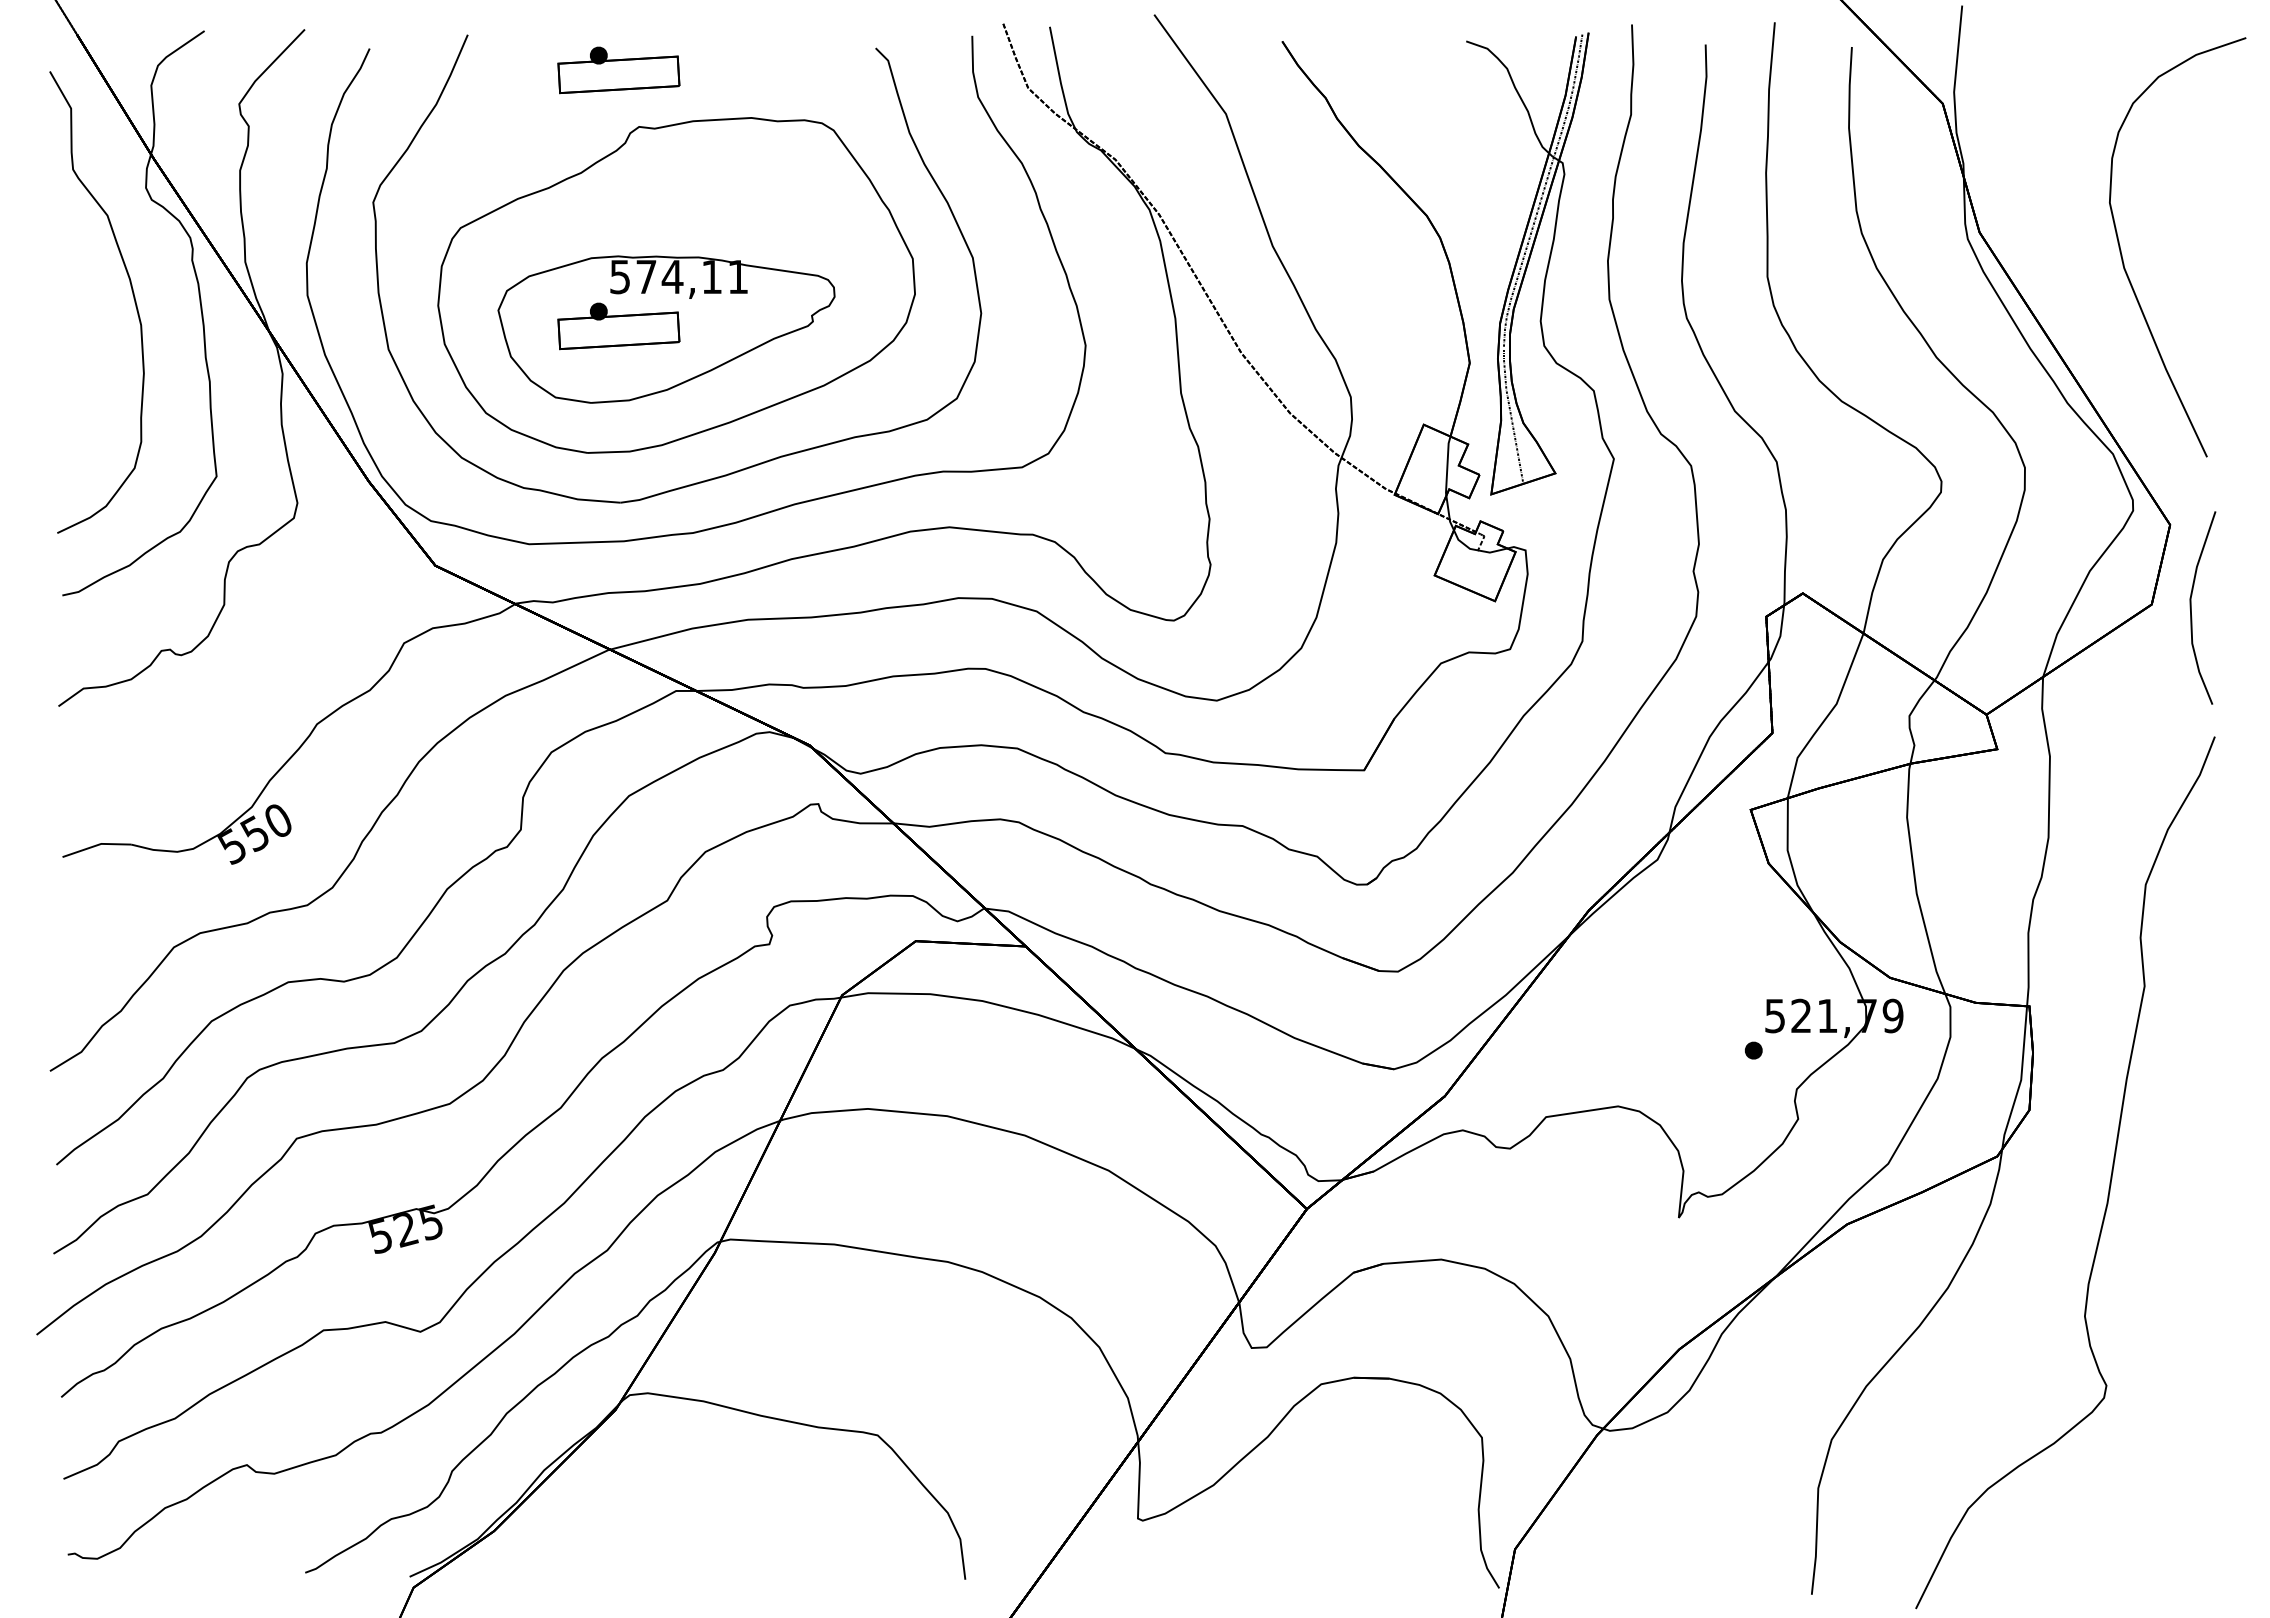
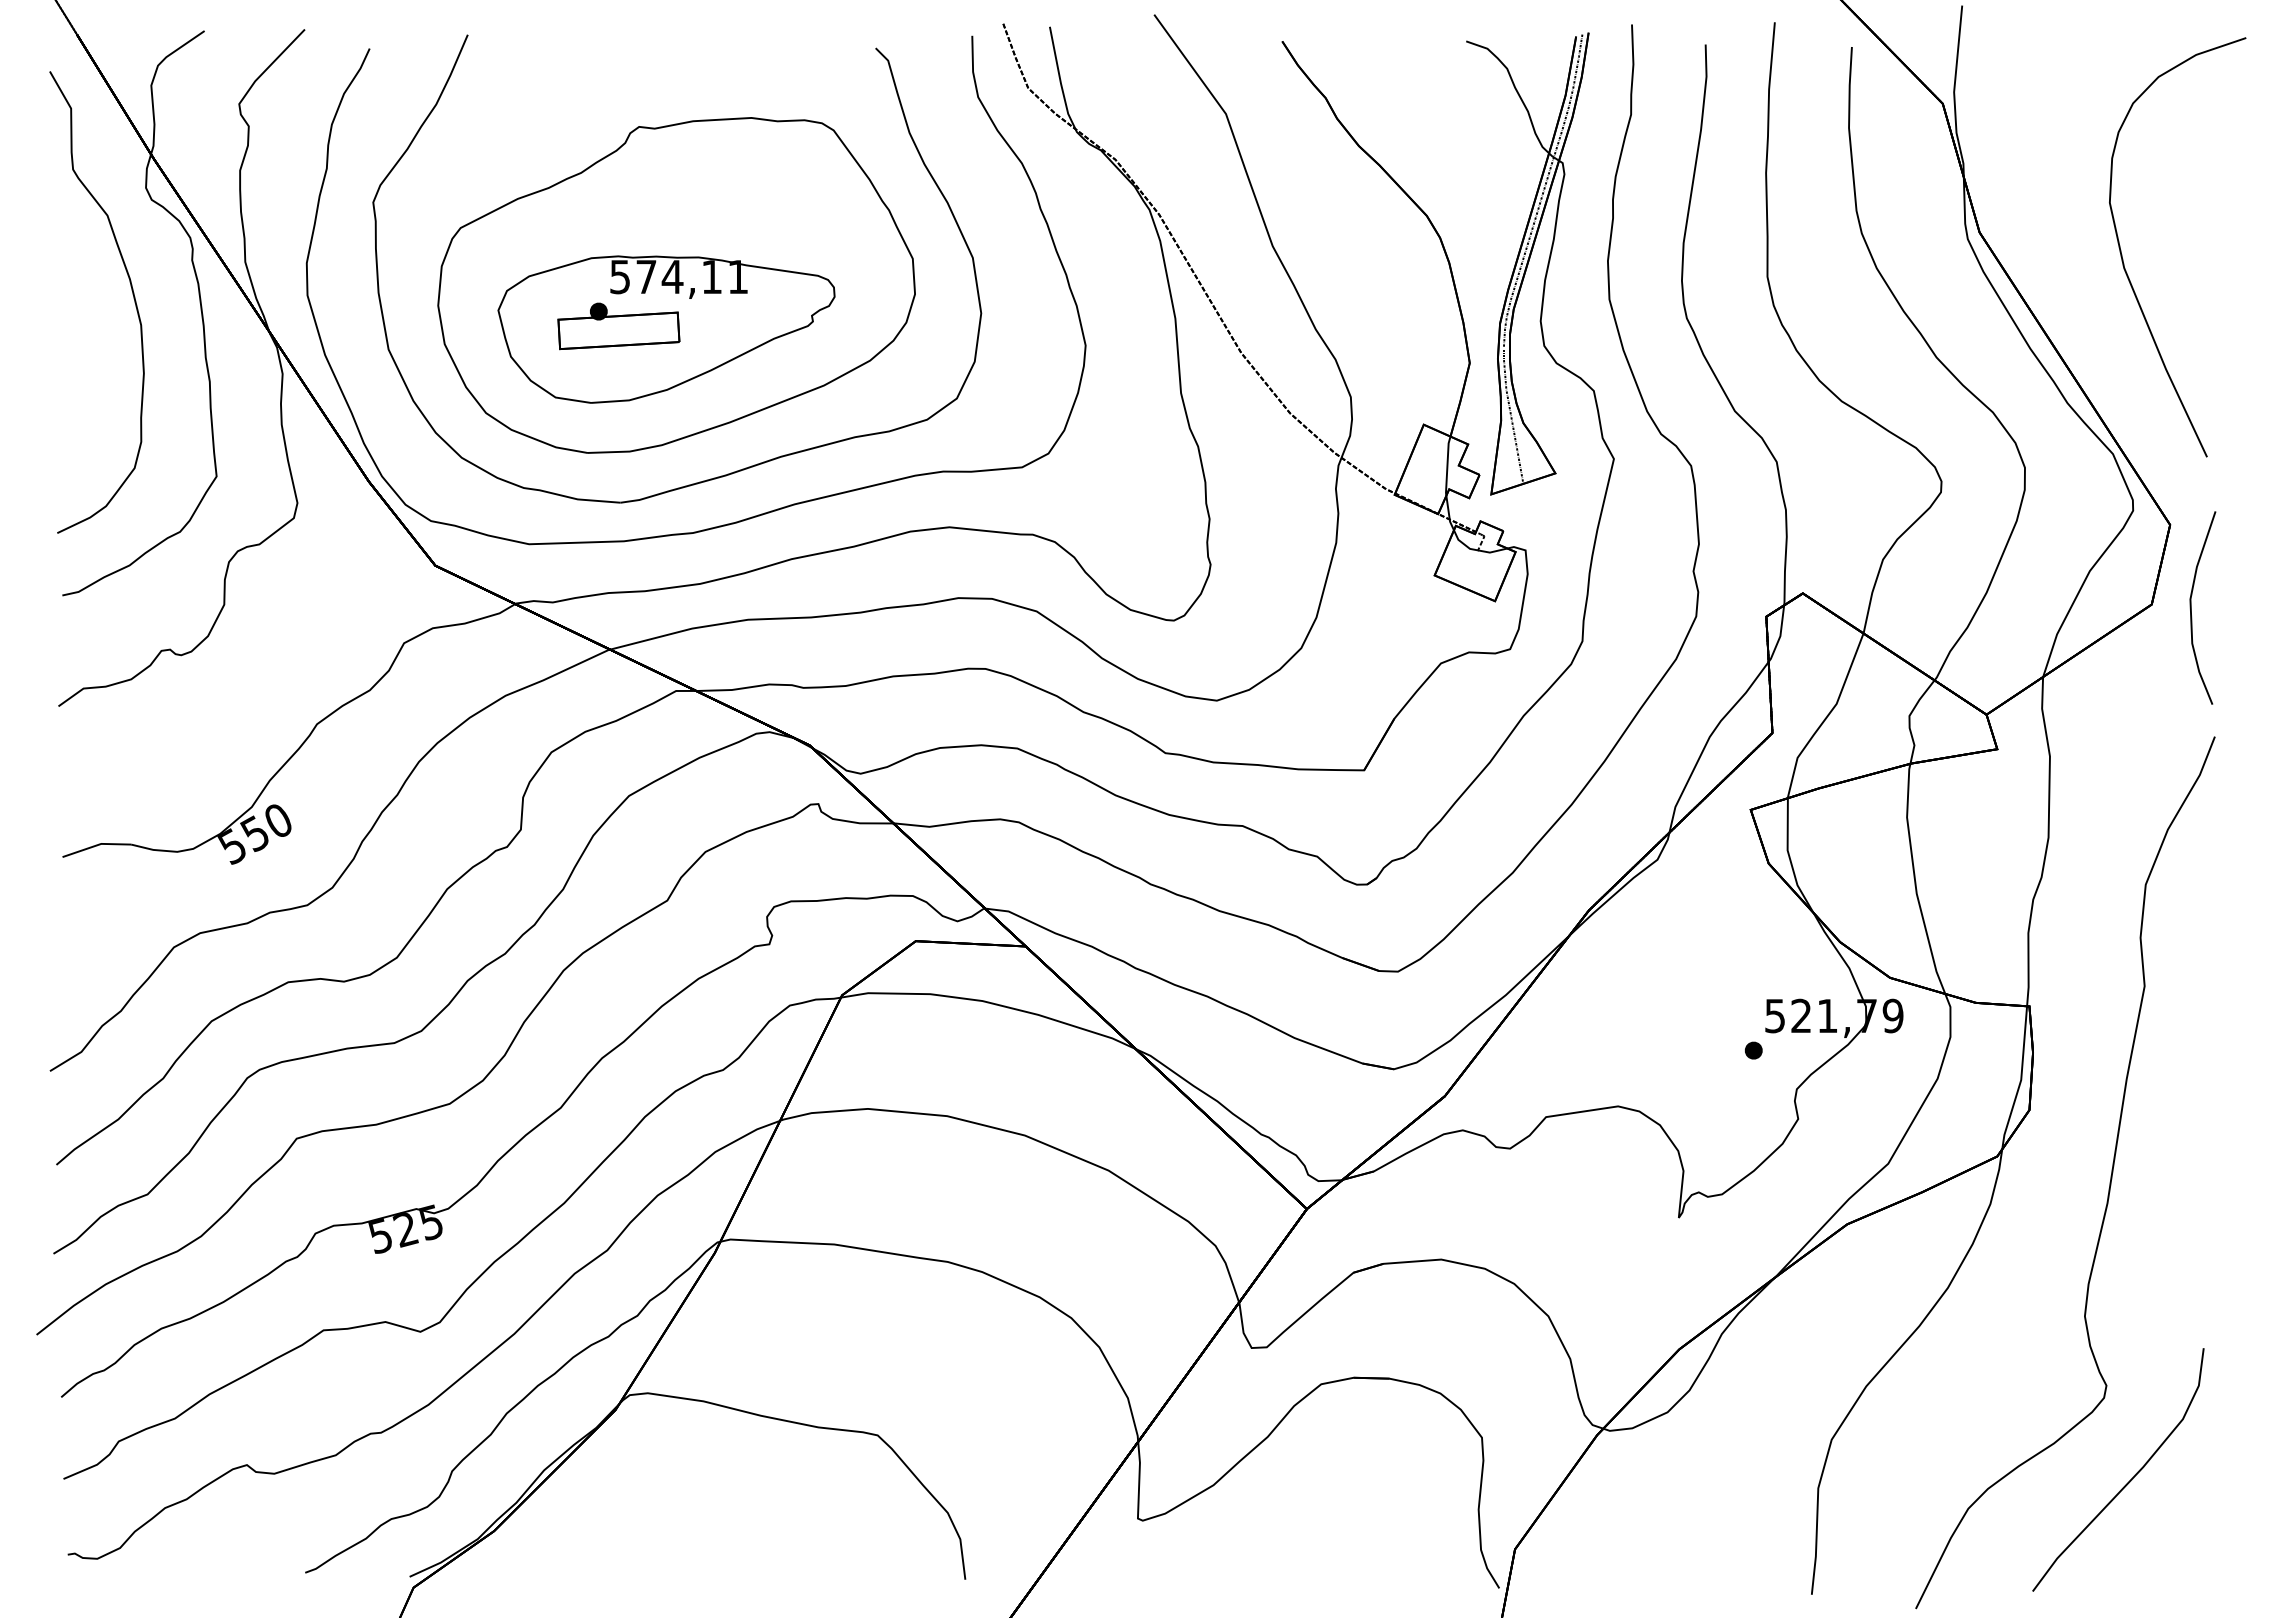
part at (618, 70): present -> none
part at (2129, 1480): none -> present
